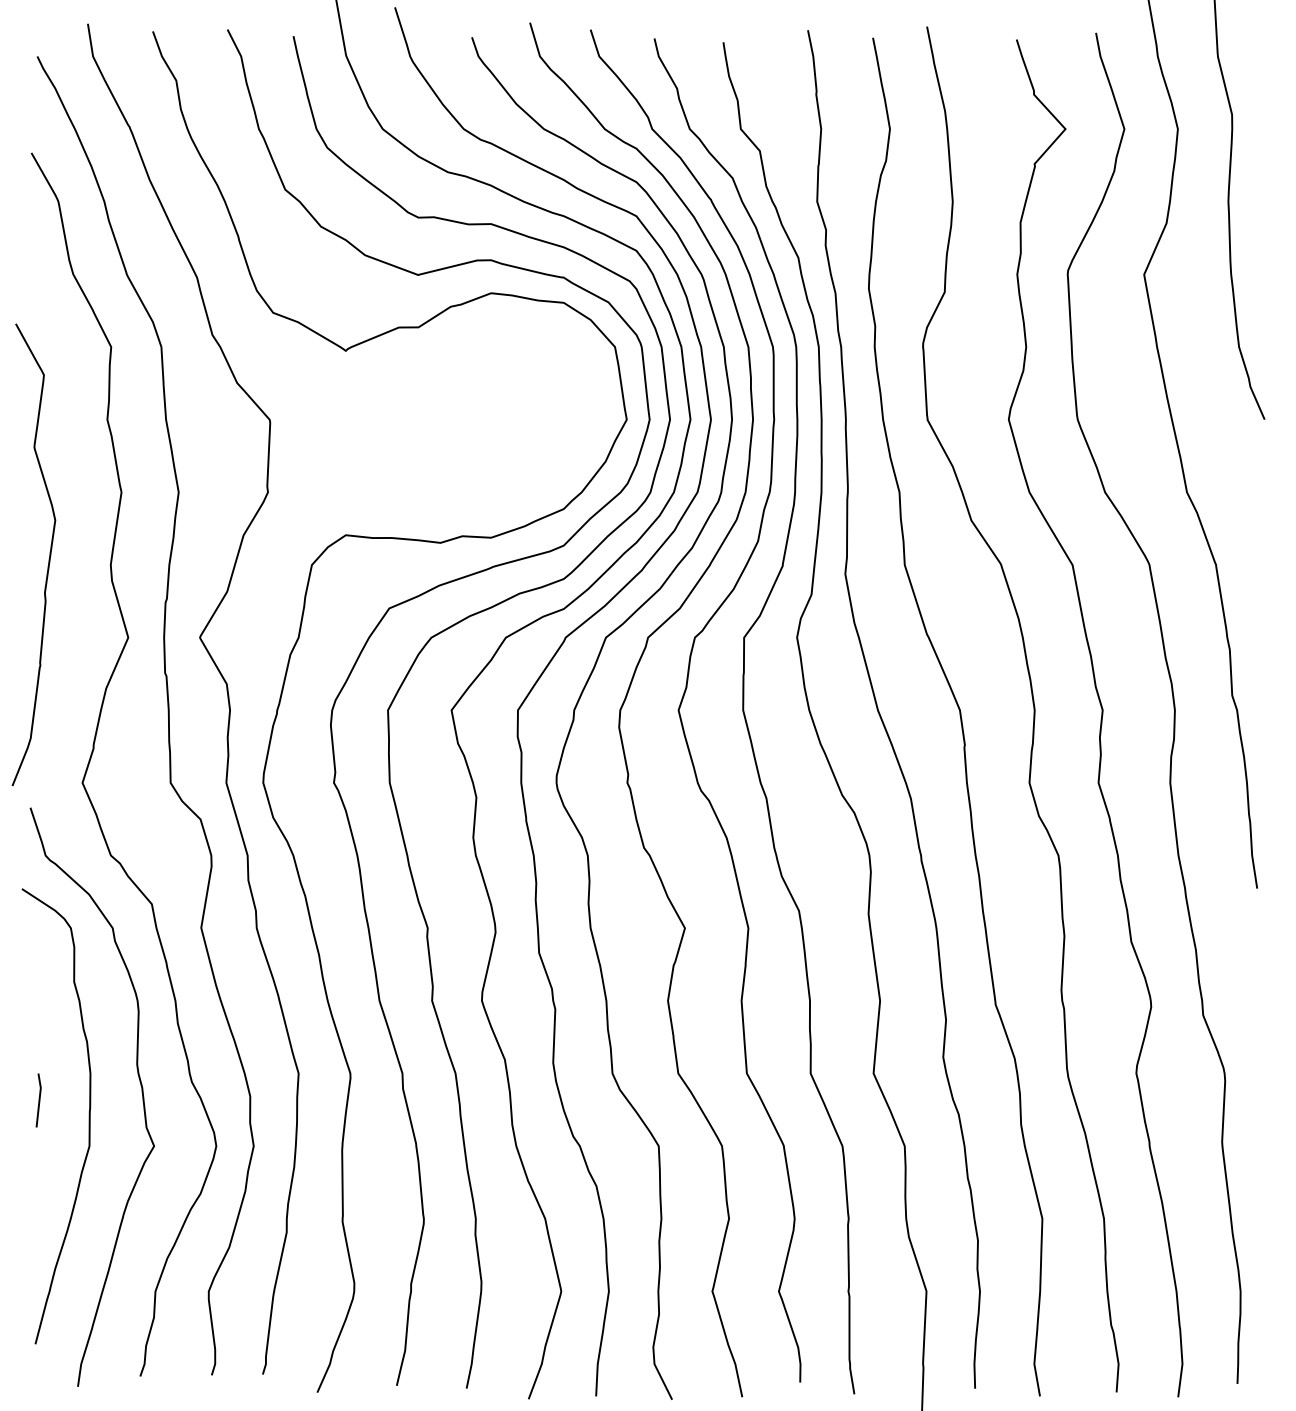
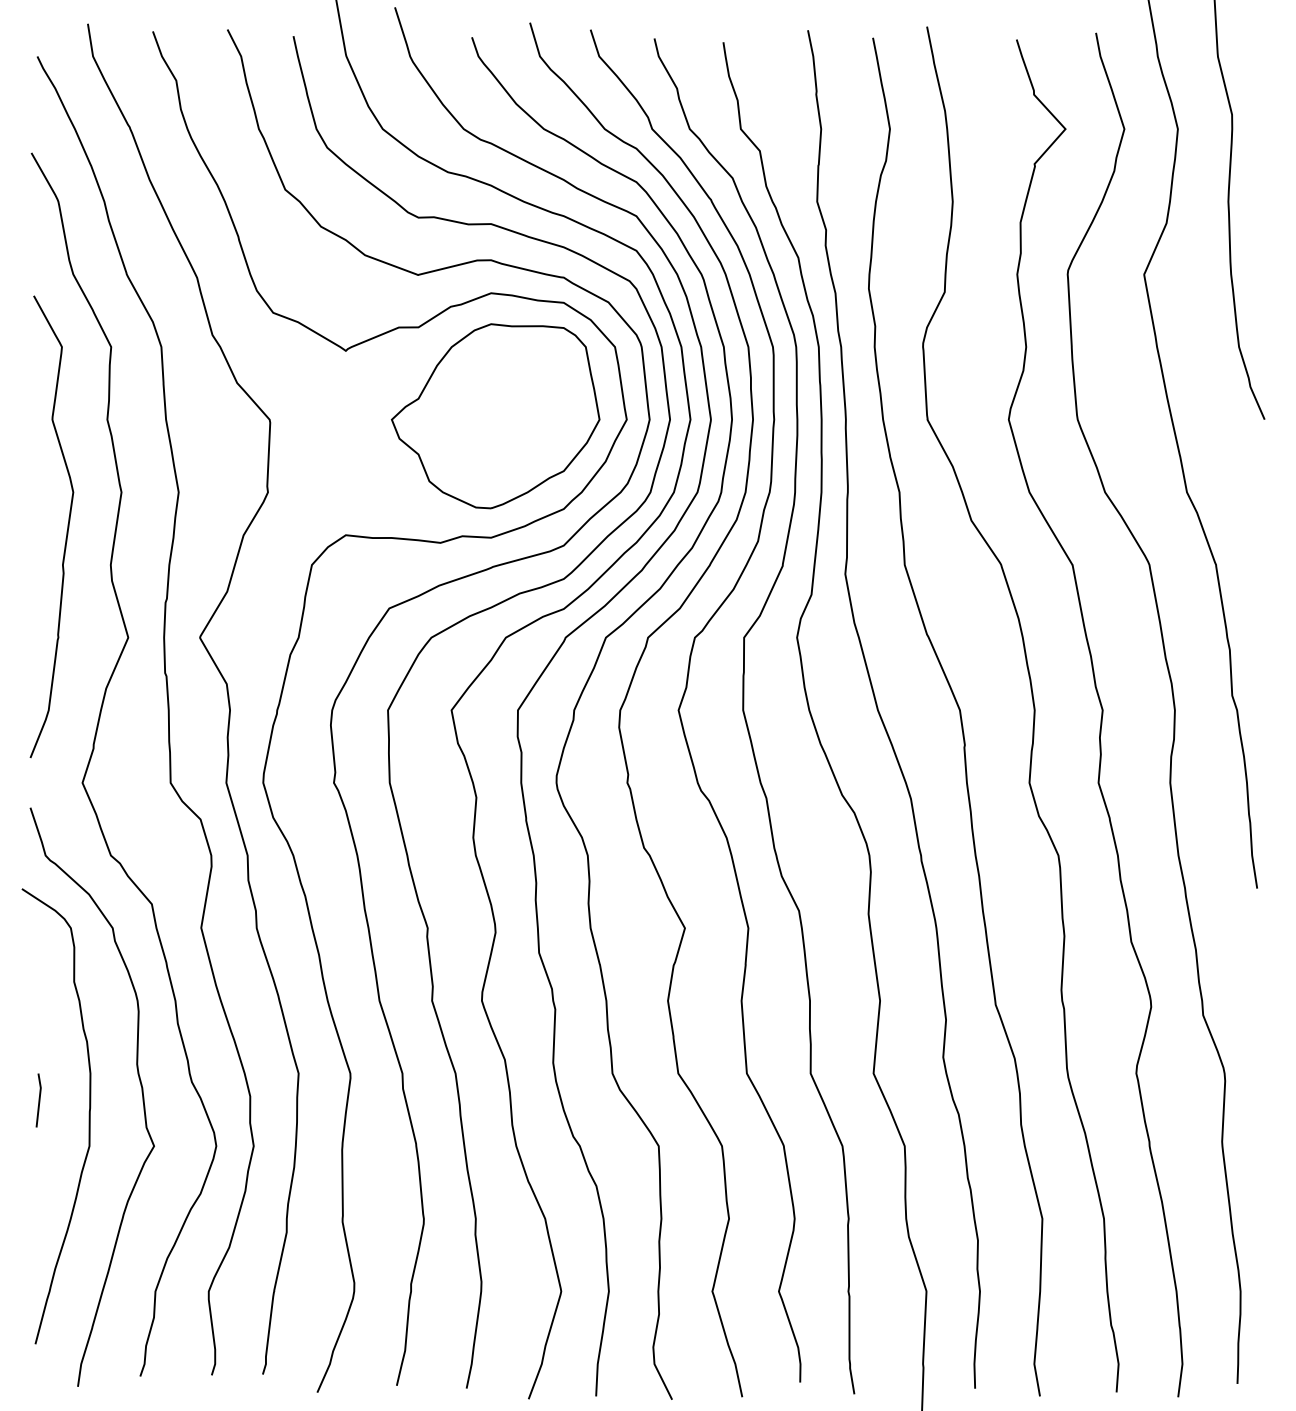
part at (495, 416): none -> present
curve at (48, 559) position: (48, 559) -> (66, 531)
